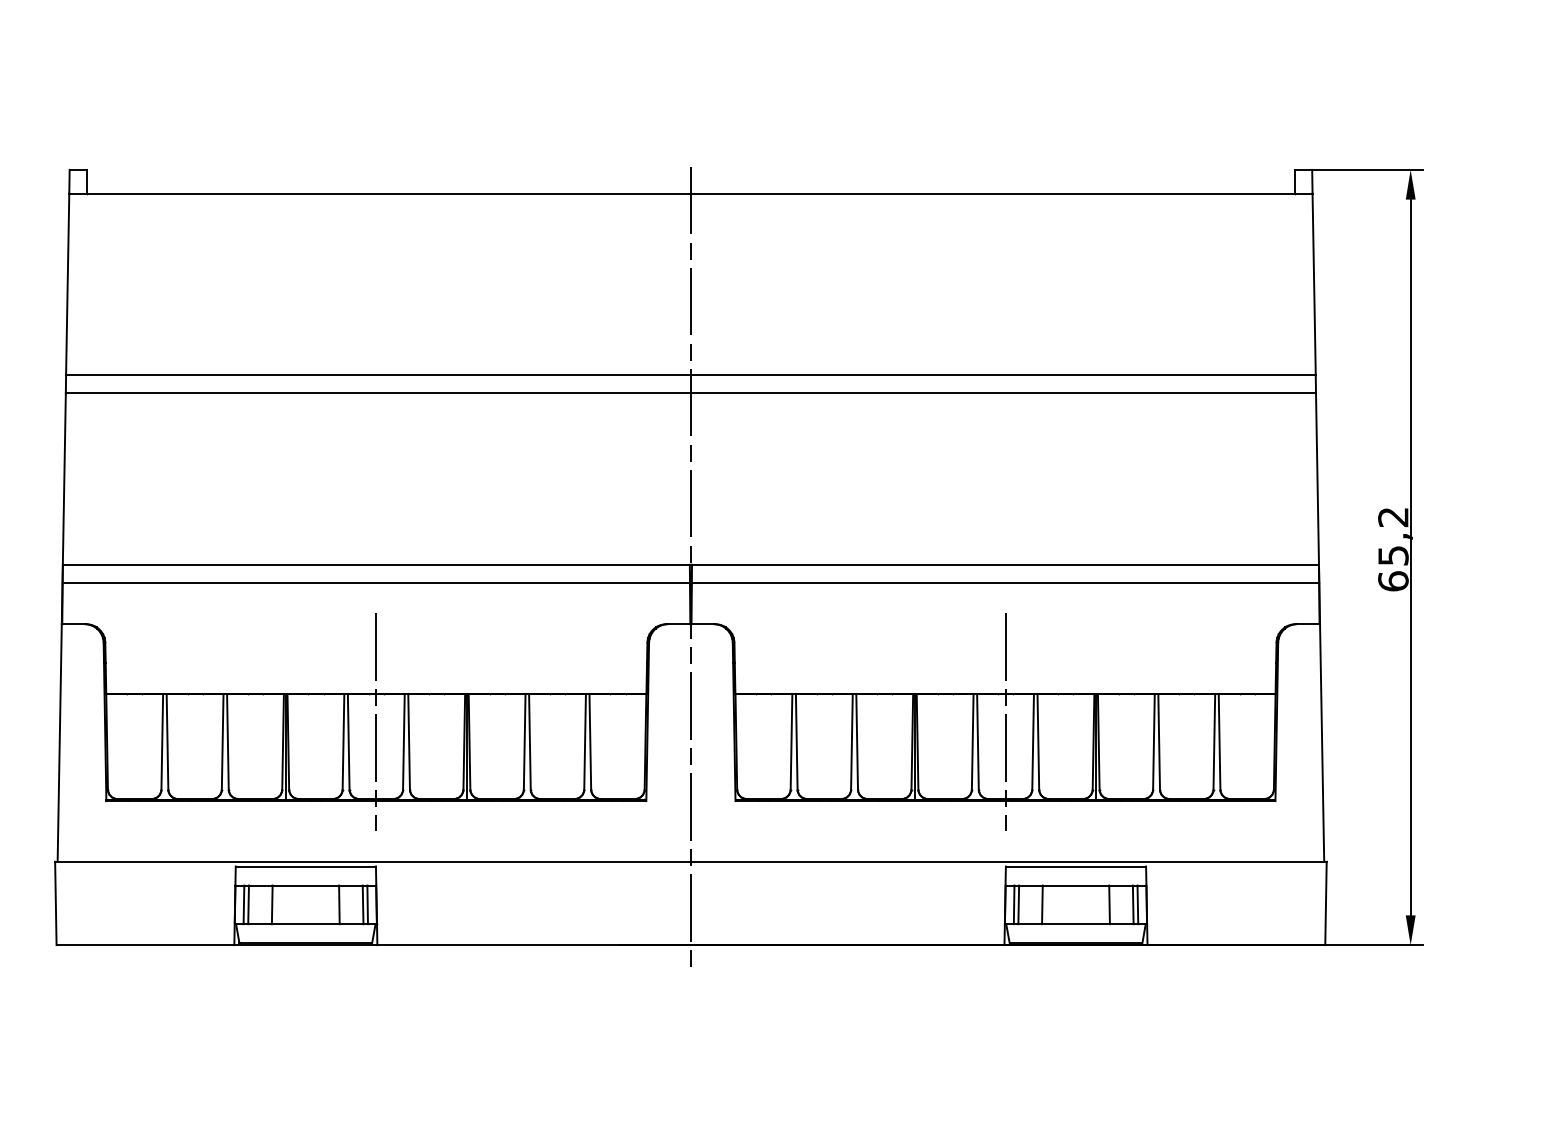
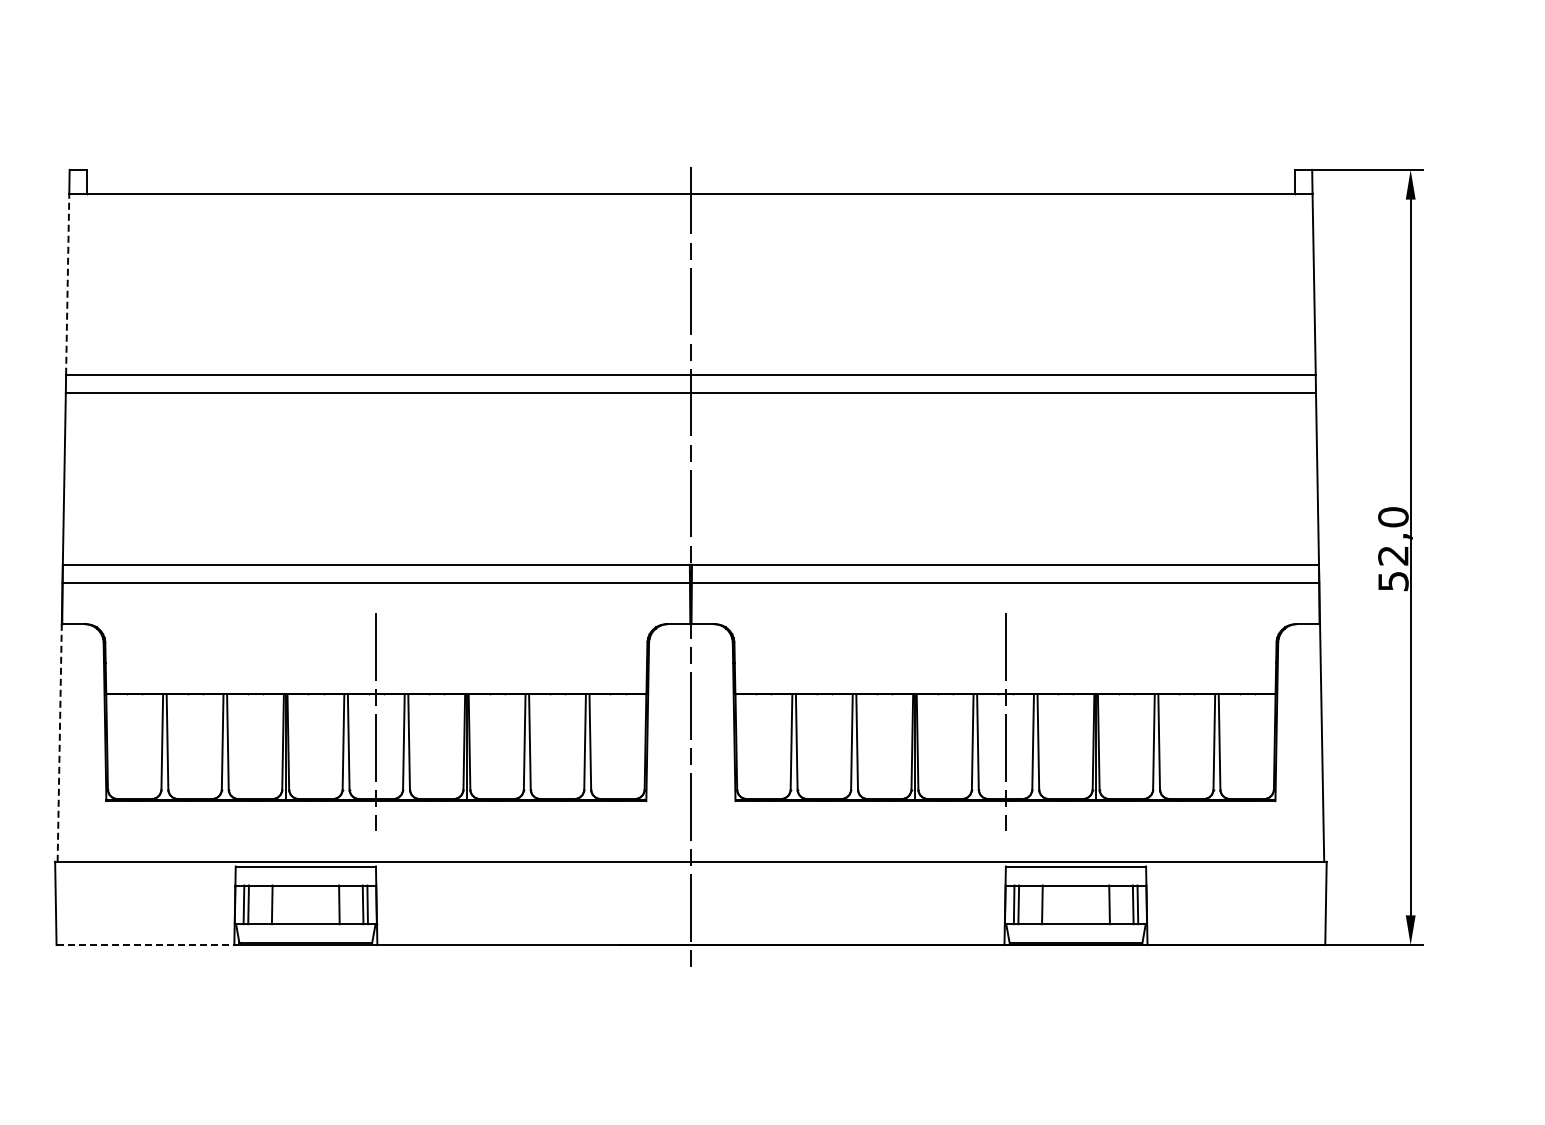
line at (67, 284): solid -> dashed
text at (1393, 549): 65,2 -> 52,0
line at (59, 742): solid -> dashed
line at (145, 945): solid -> dashed
